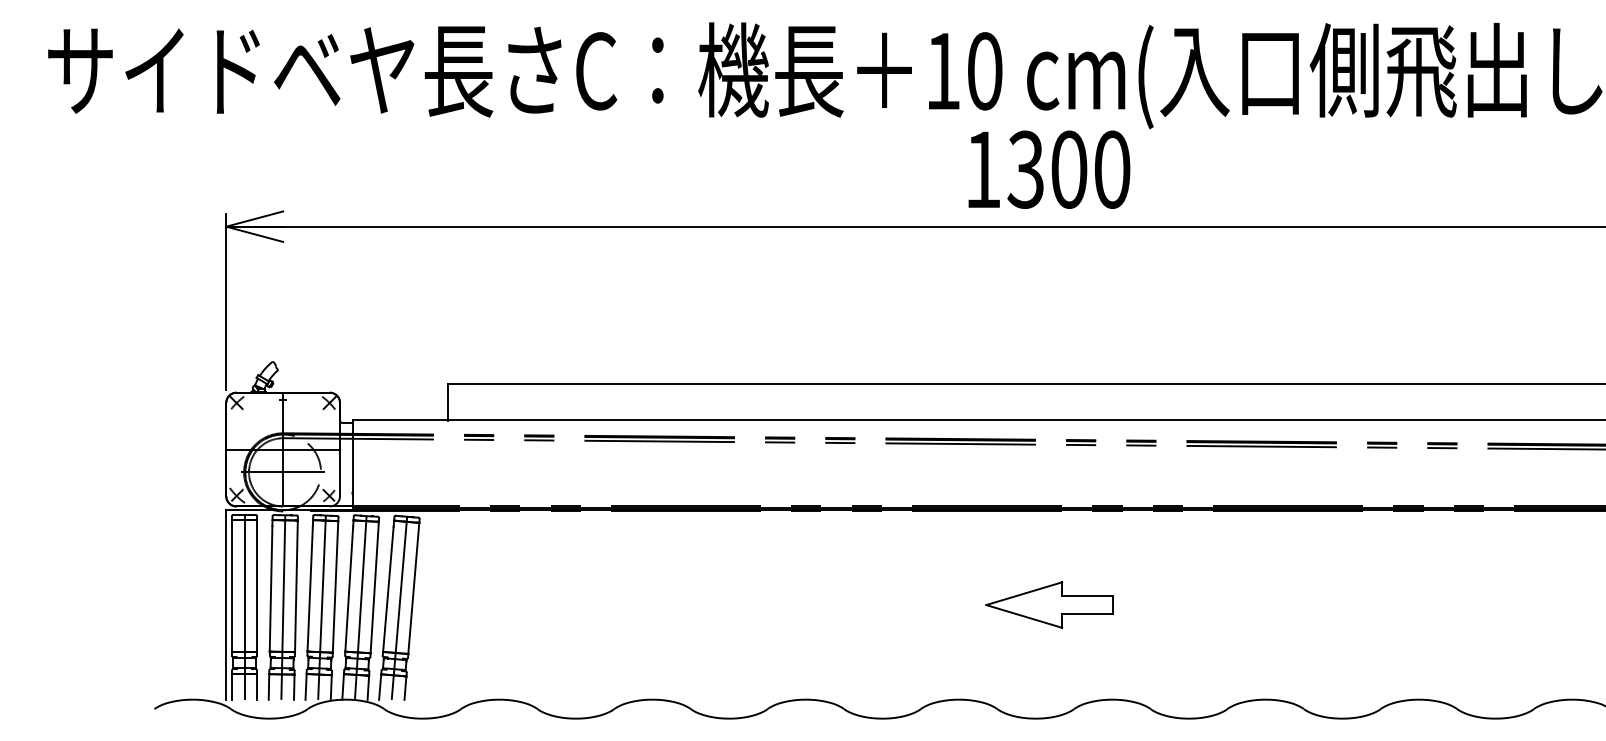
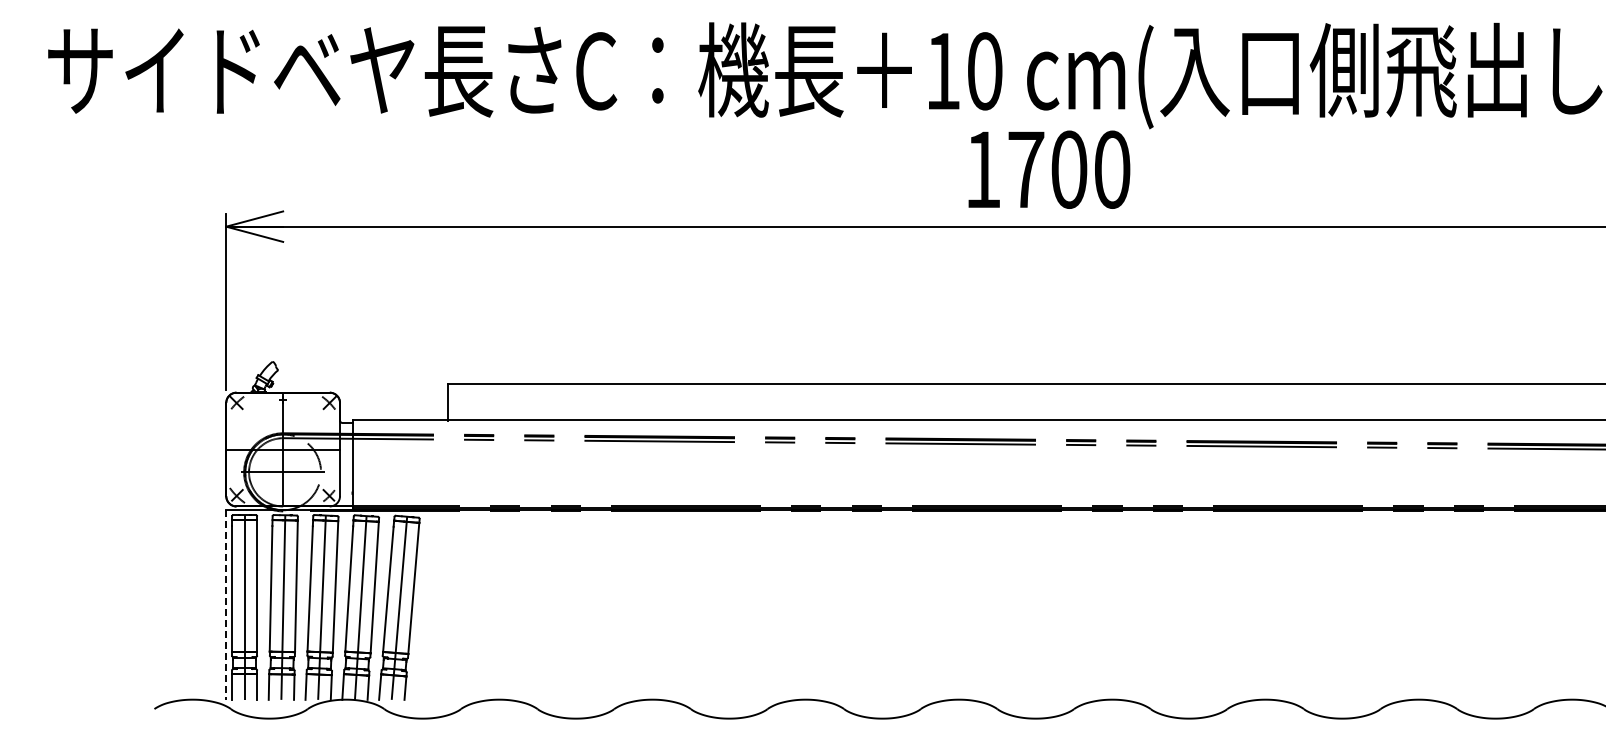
text at (1025, 169): 1300 -> 1700
part at (1049, 604): present -> none
line at (226, 605): solid -> dashed
